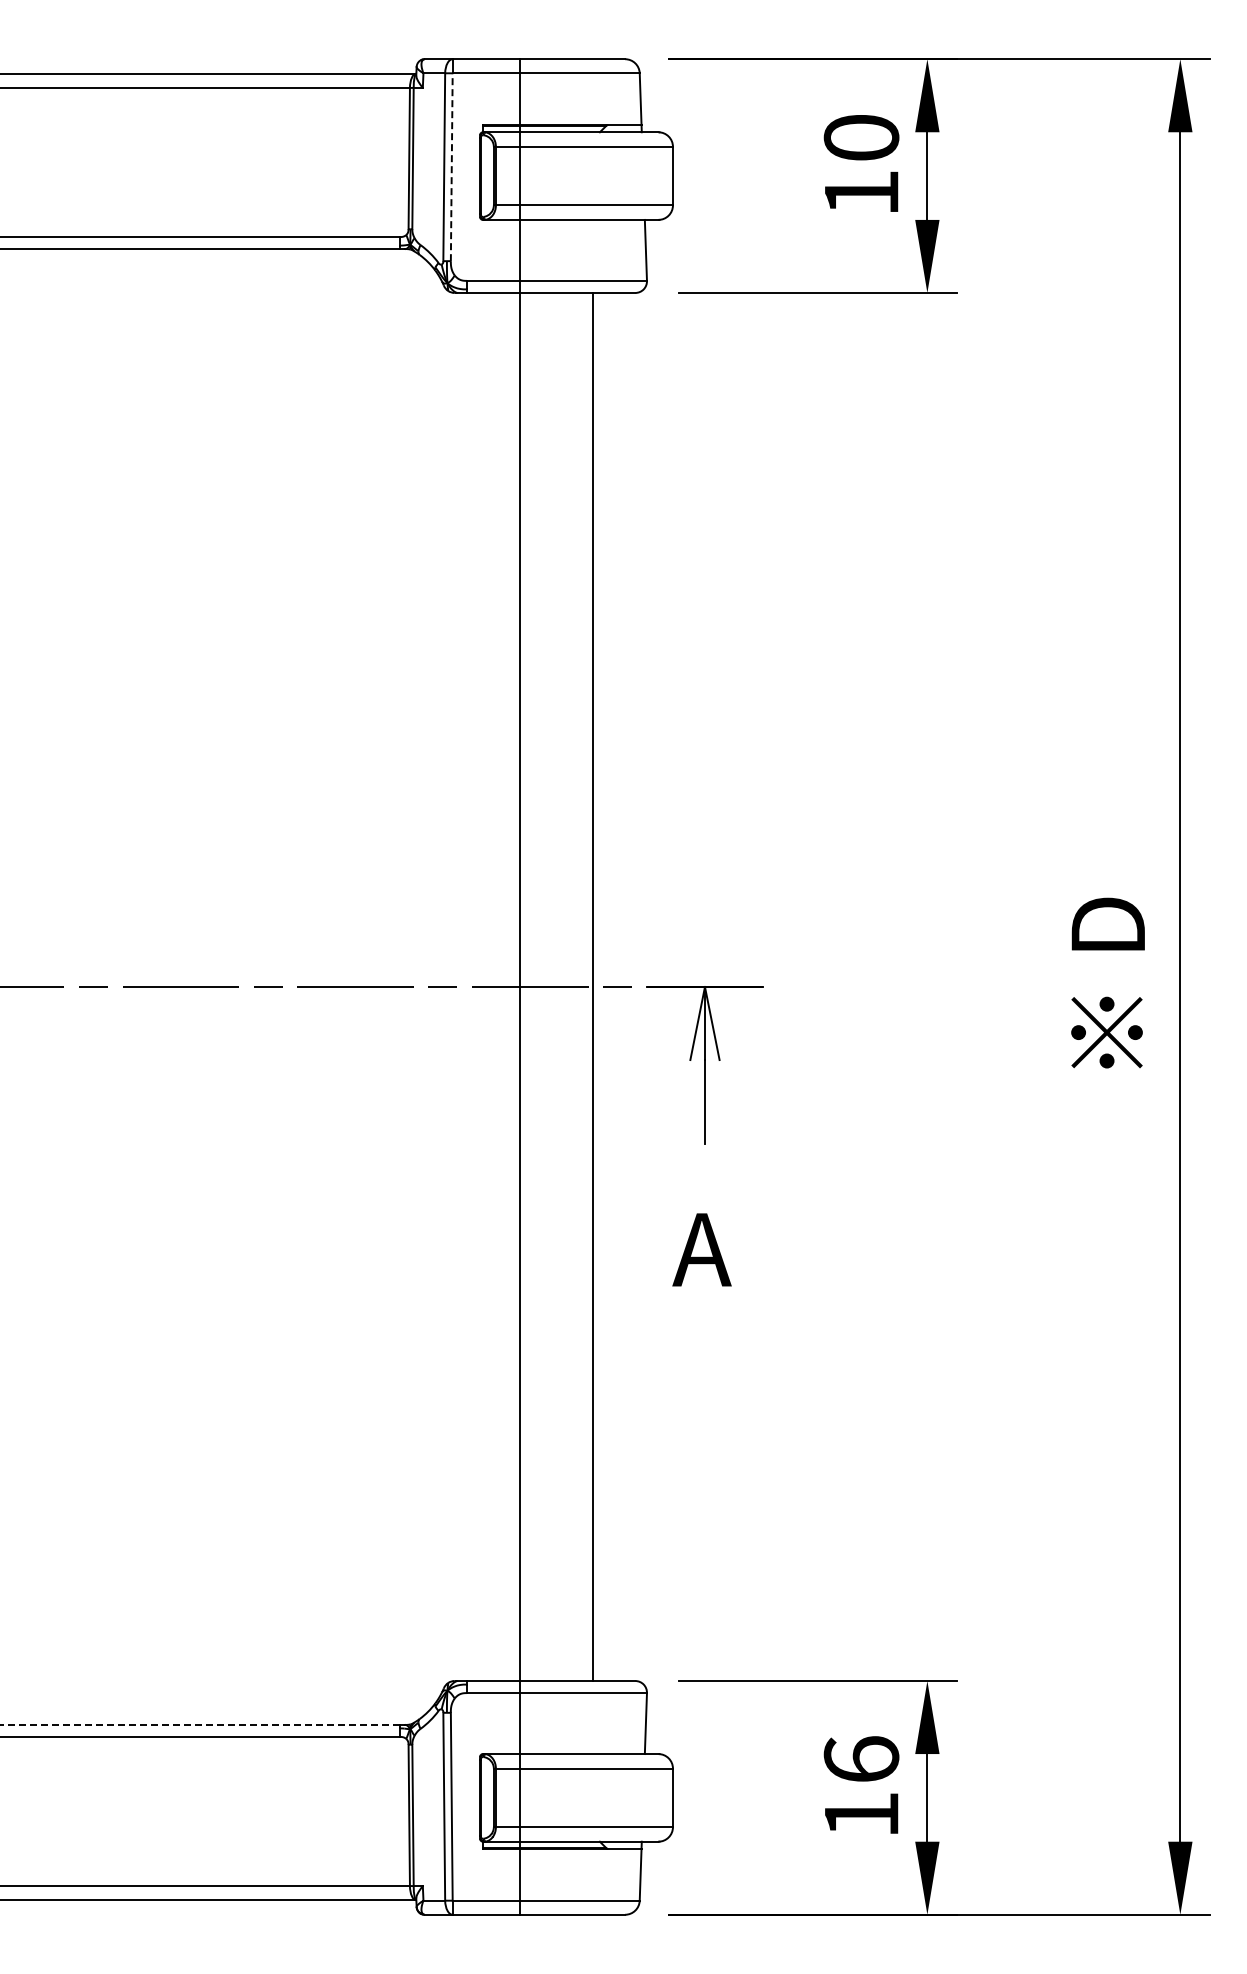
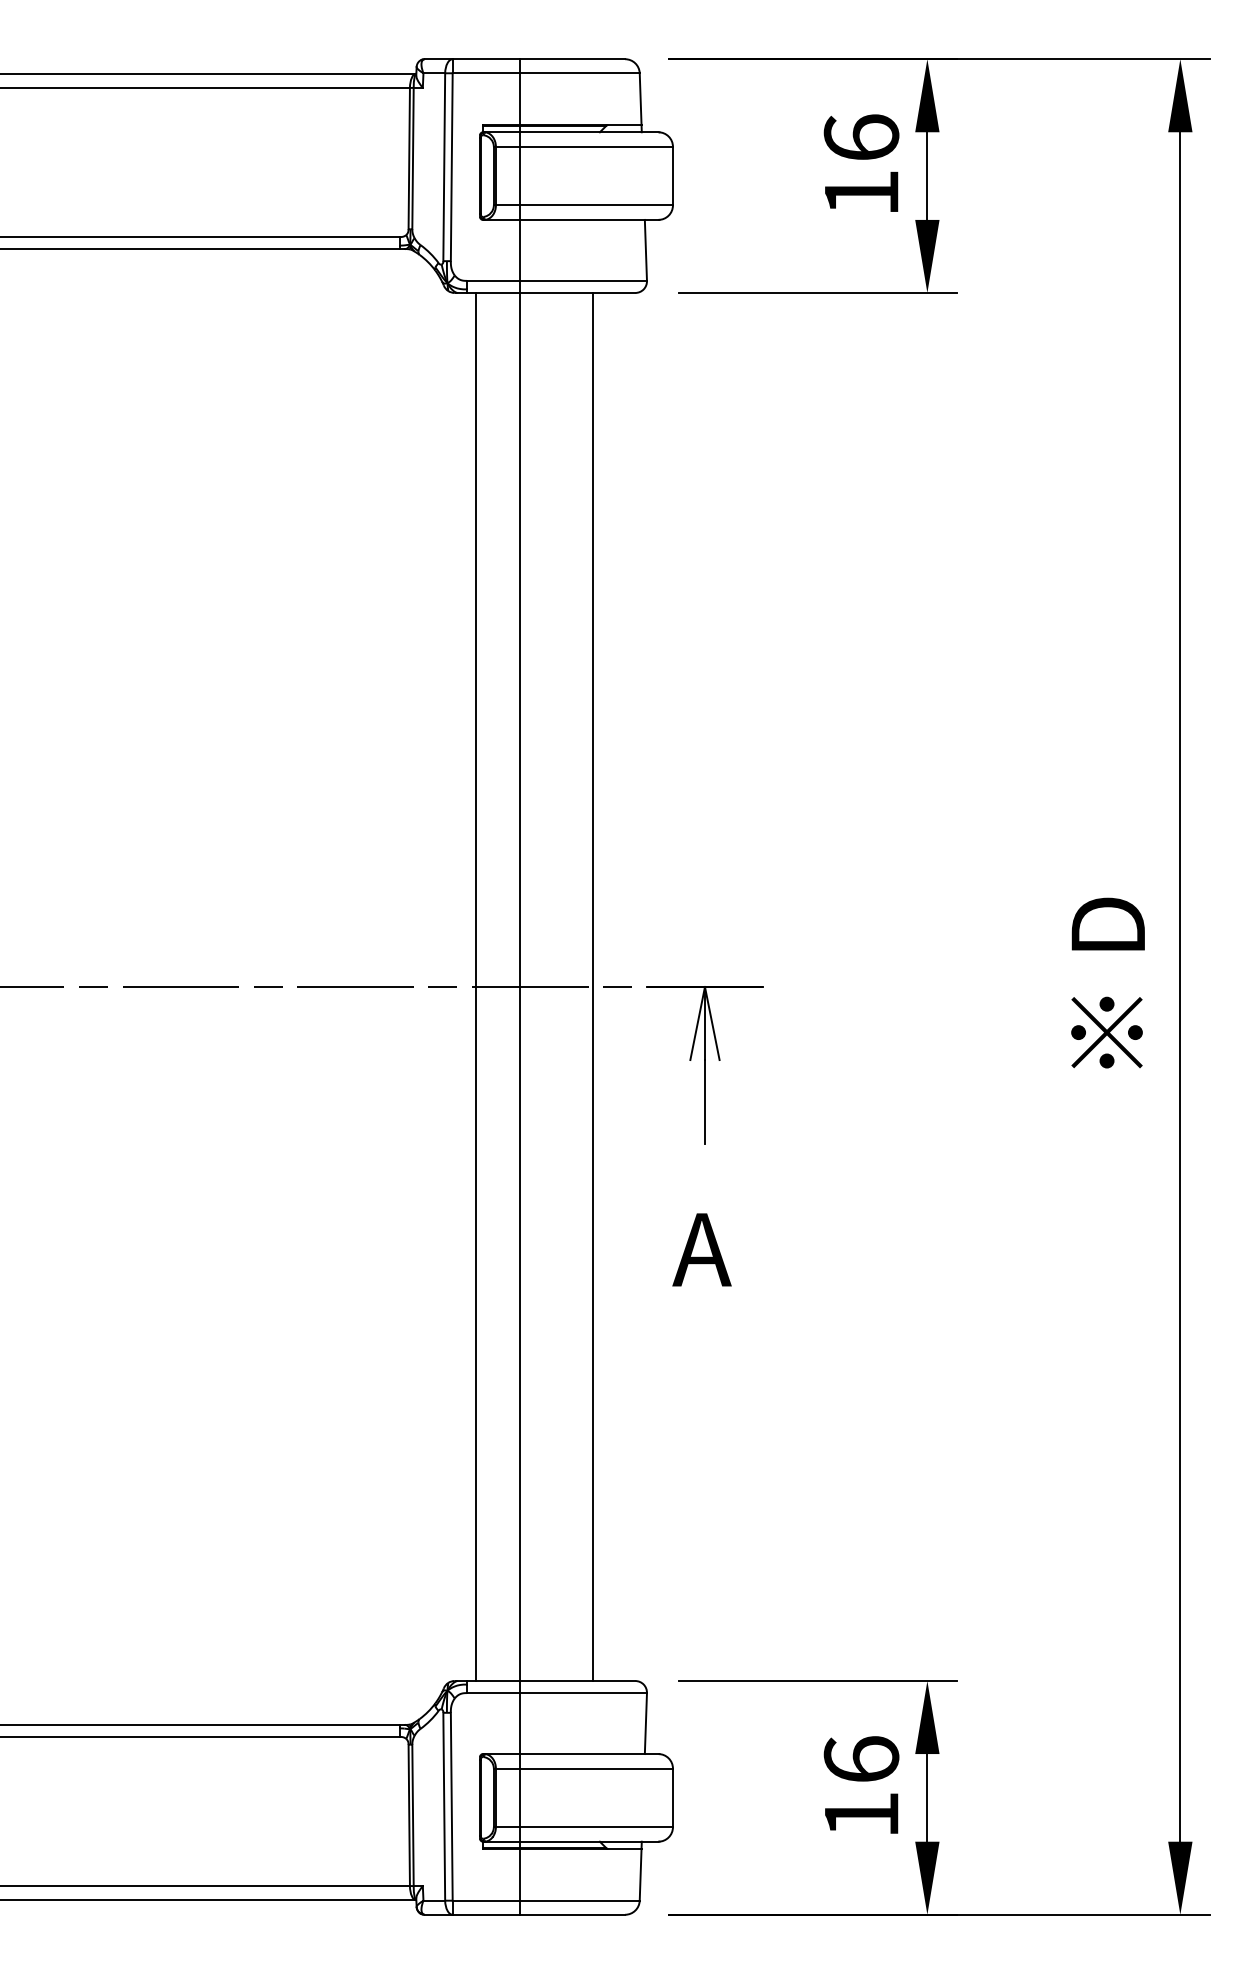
text at (861, 137): 10 -> 16
line at (451, 167): dashed -> solid
line at (475, 986): none -> present
line at (200, 1724): dashed -> solid
